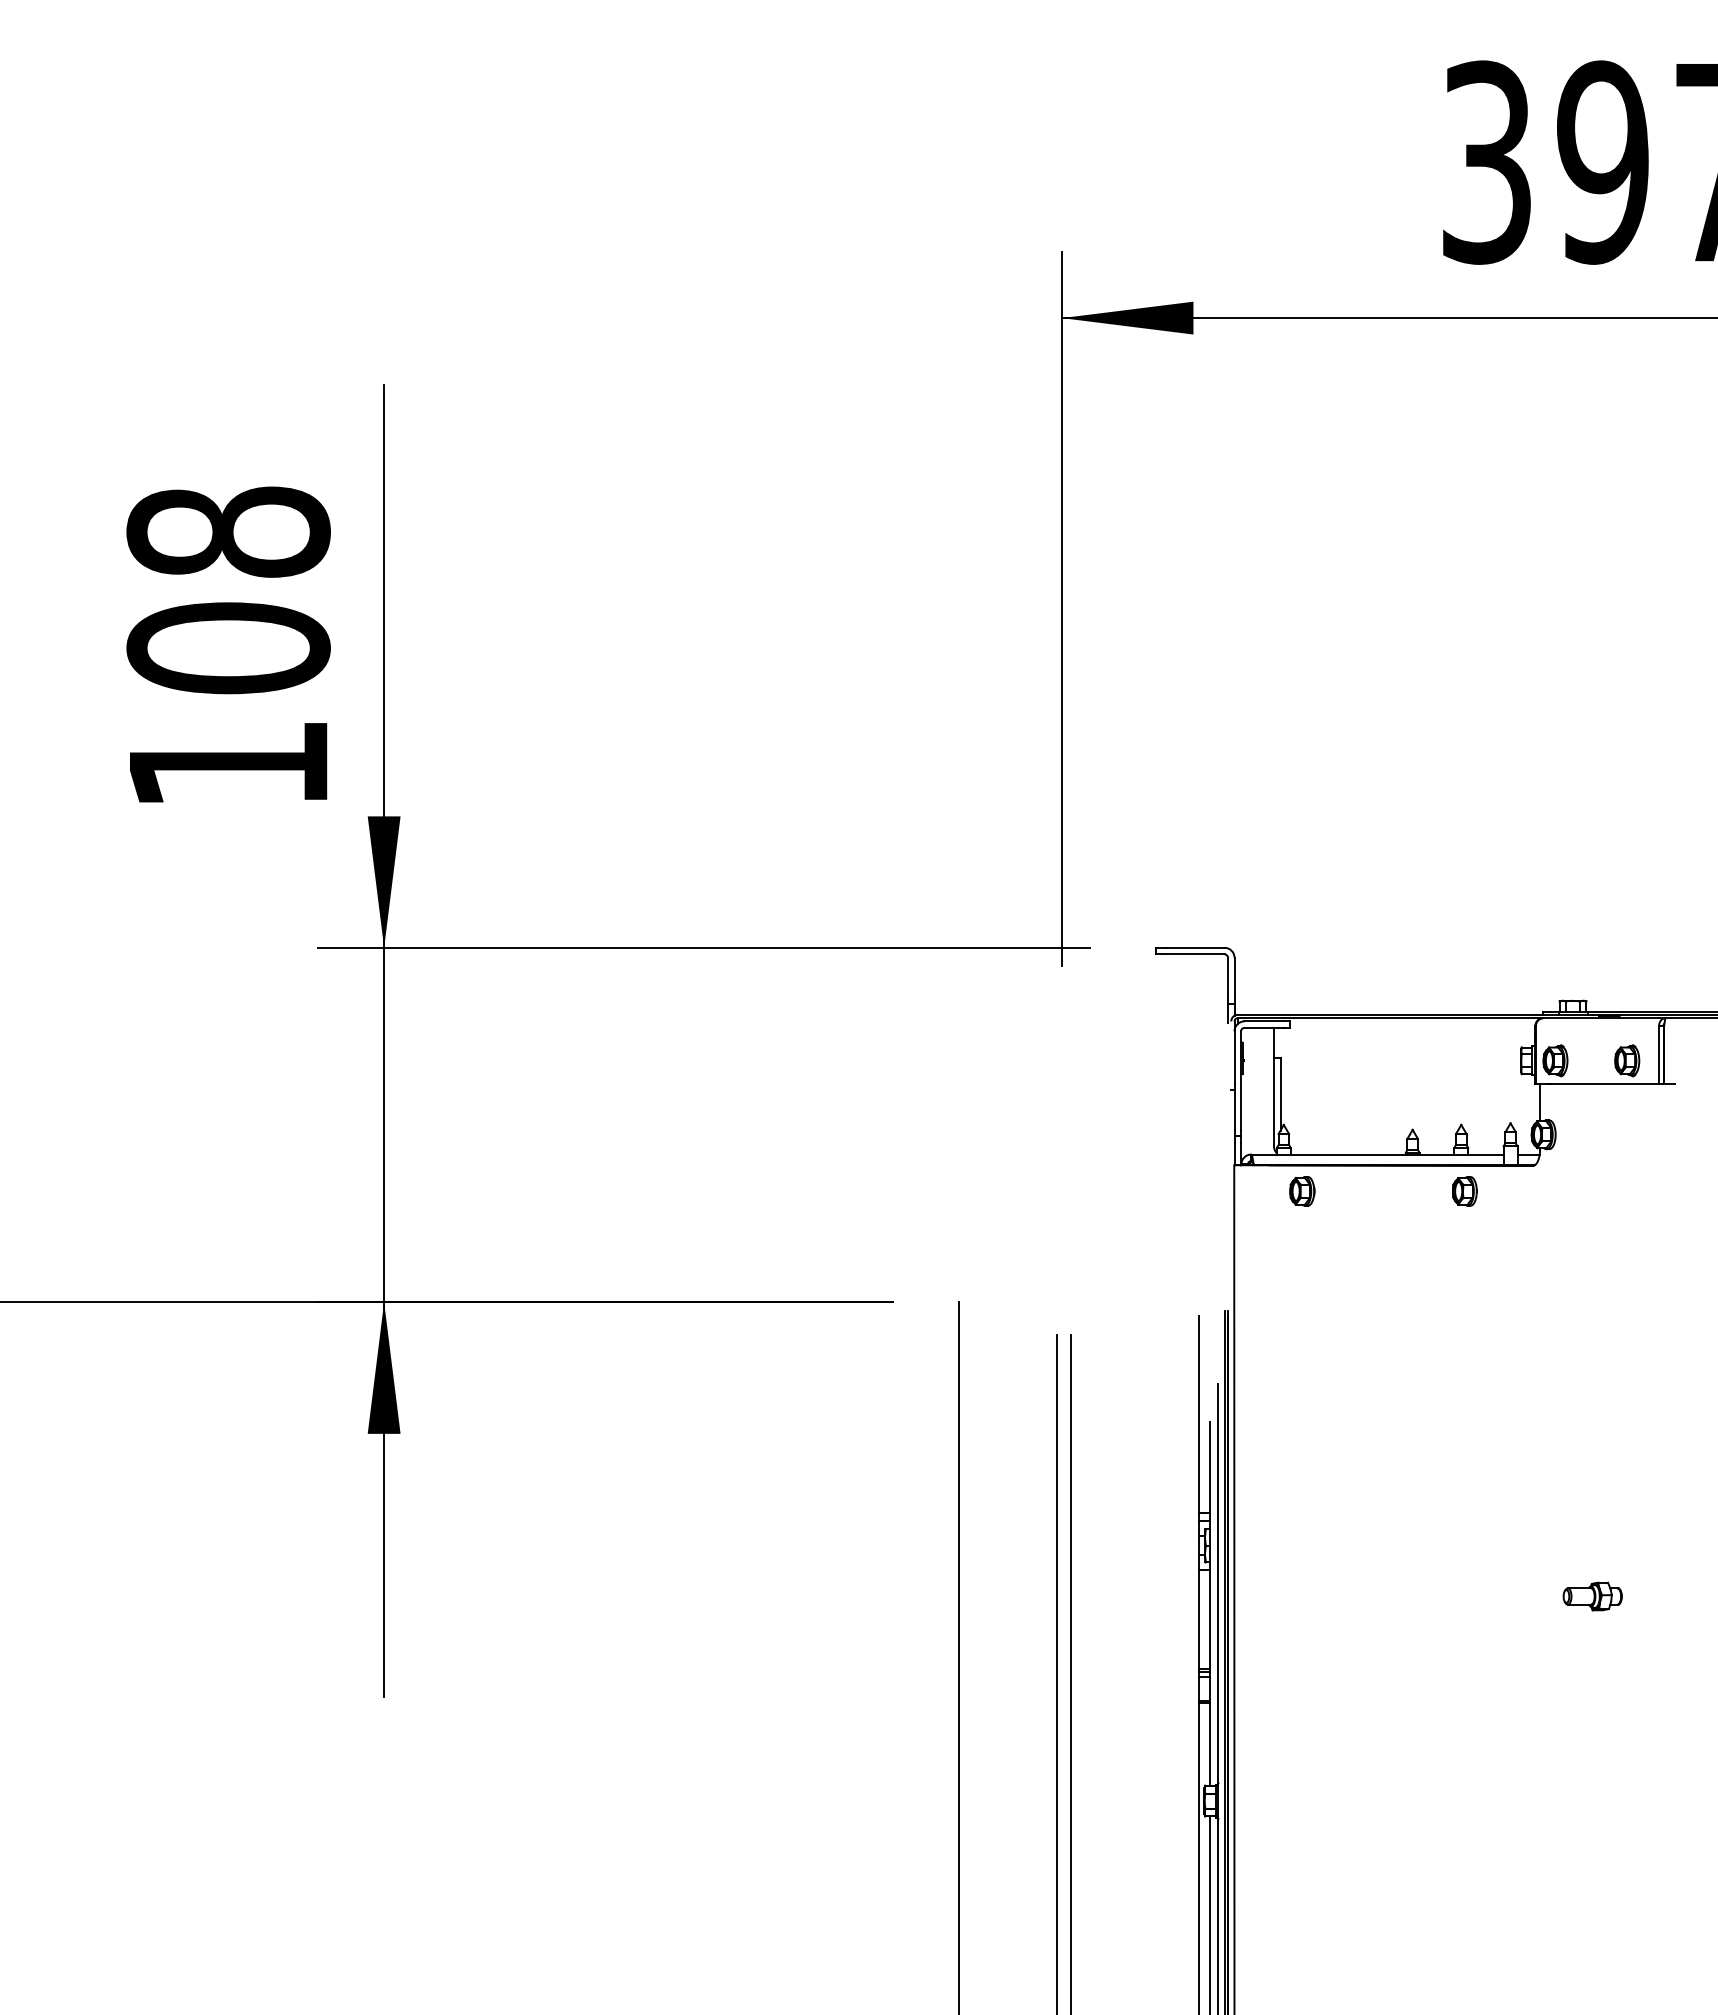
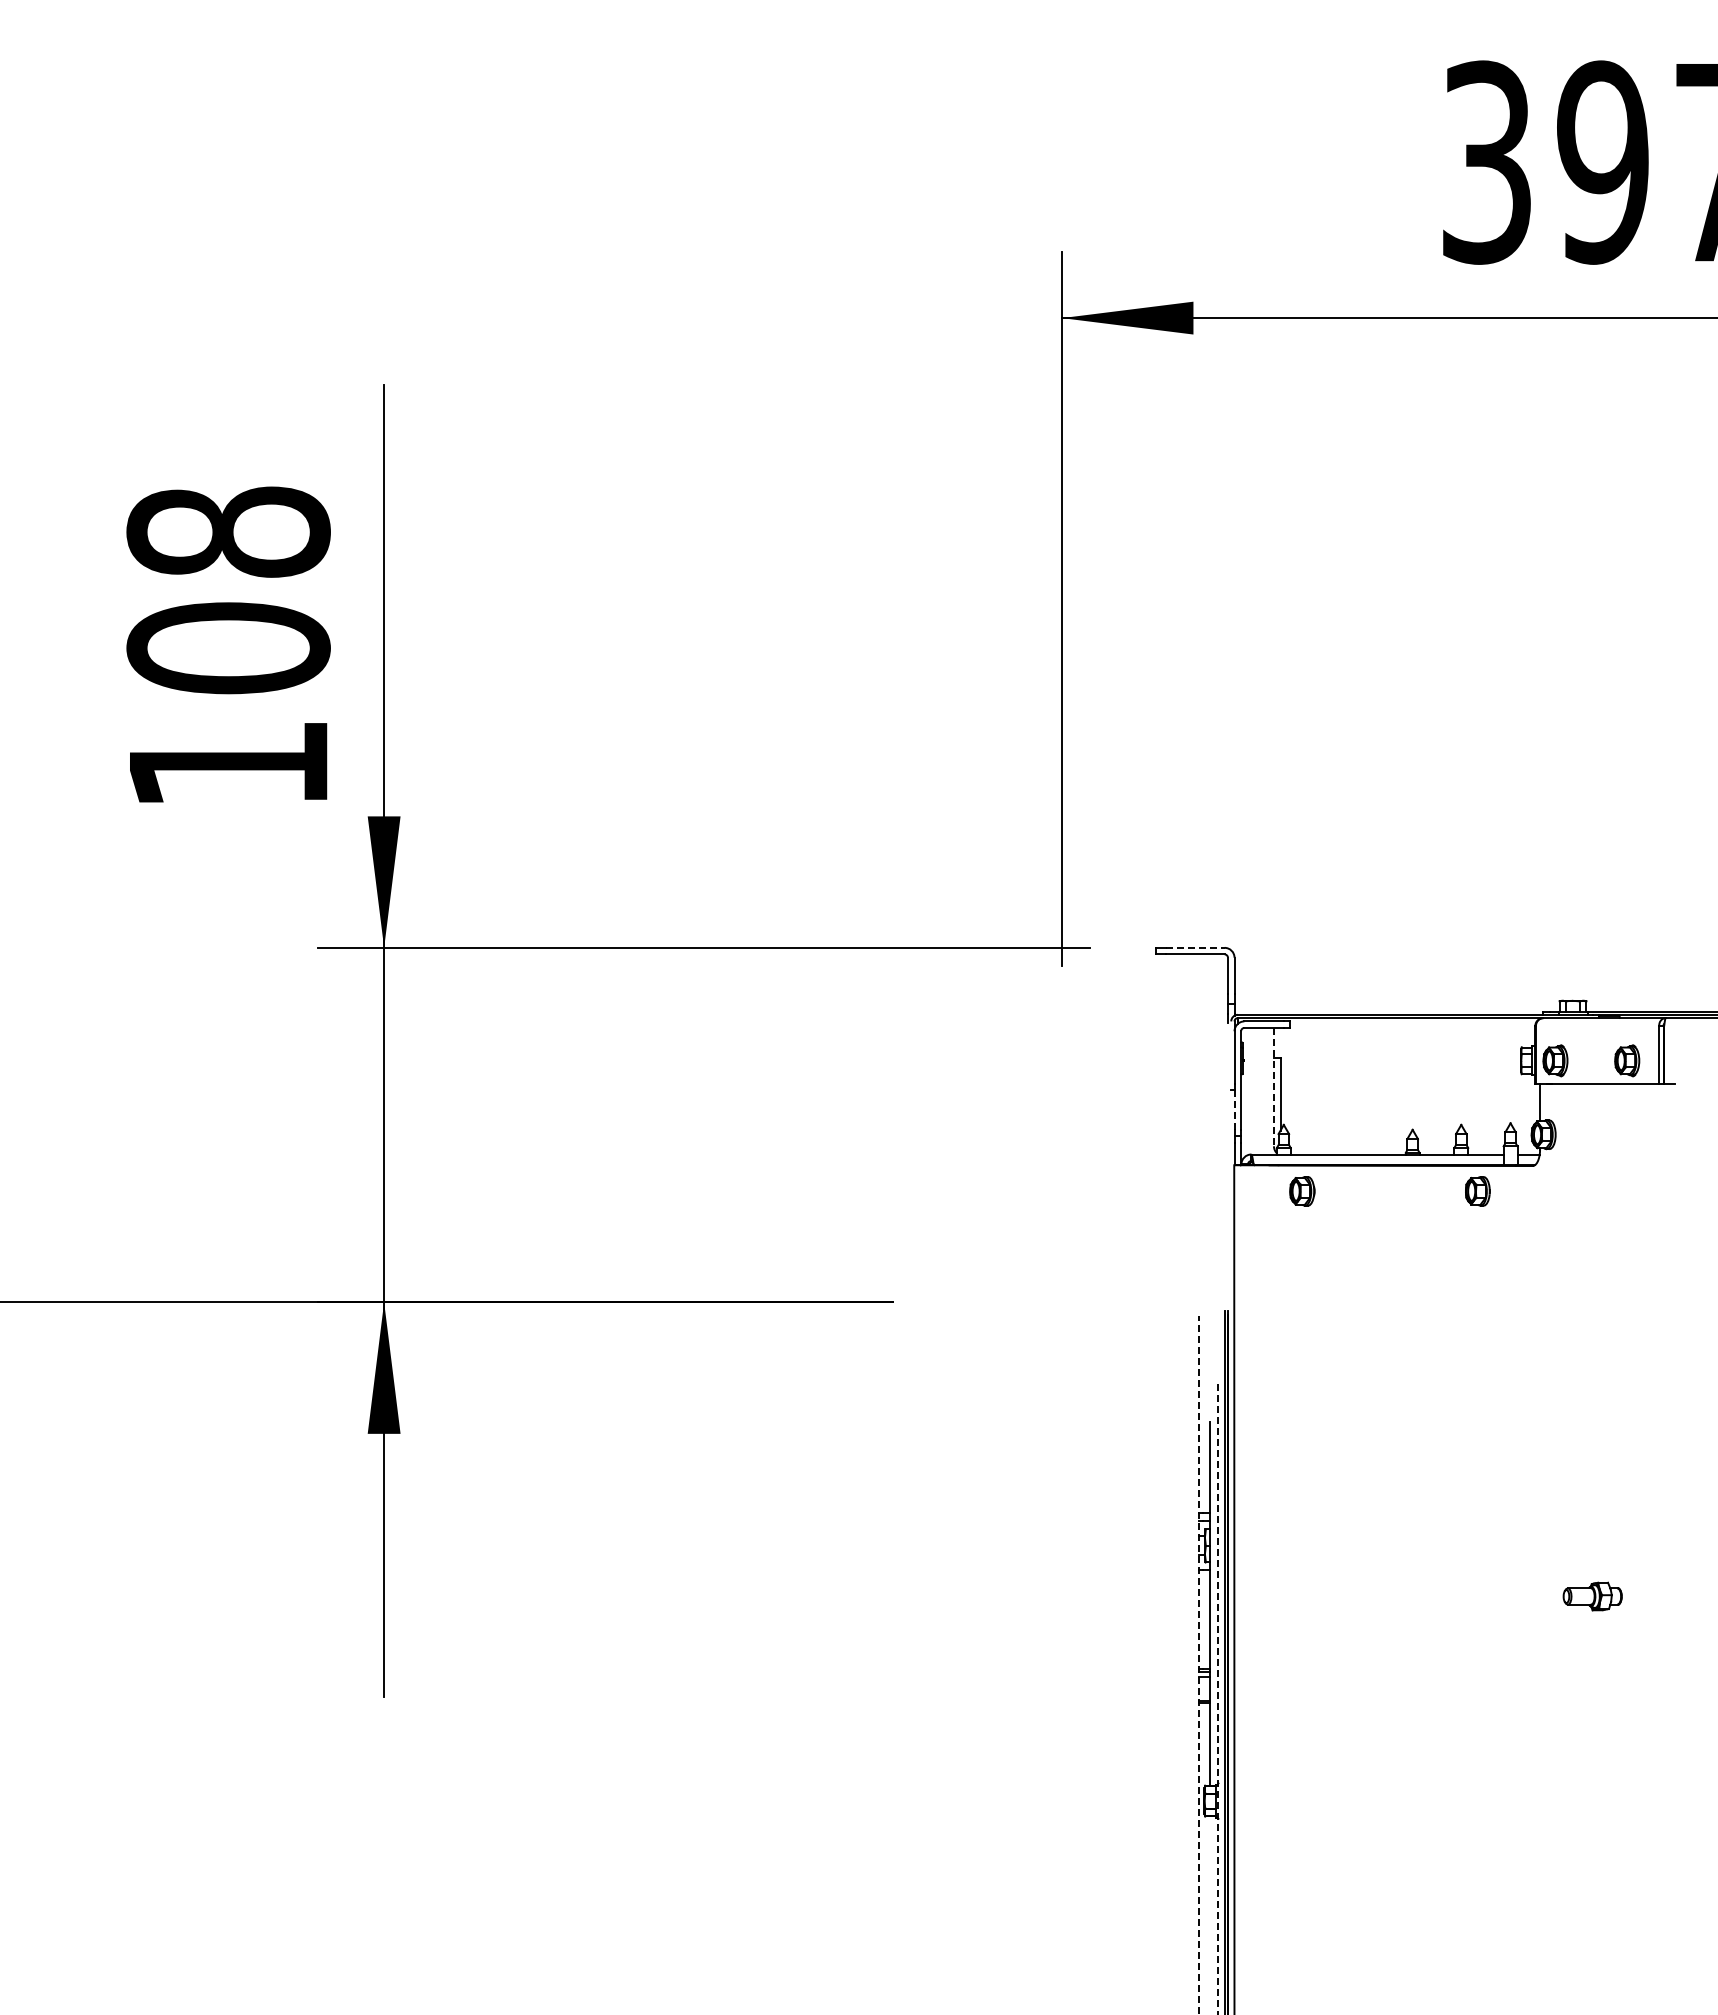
line at (1195, 947): solid -> dashed
line at (1273, 1087): solid -> dashed
line at (1234, 1110): solid -> dashed
part at (1464, 1191) position: (1464, 1191) -> (1477, 1191)
line at (958, 1656): present -> none
line at (1199, 1664): solid -> dashed
line at (1057, 1673): present -> none
line at (1070, 1673): present -> none
line at (1218, 1699): solid -> dashed
line at (1210, 1913): present -> none
